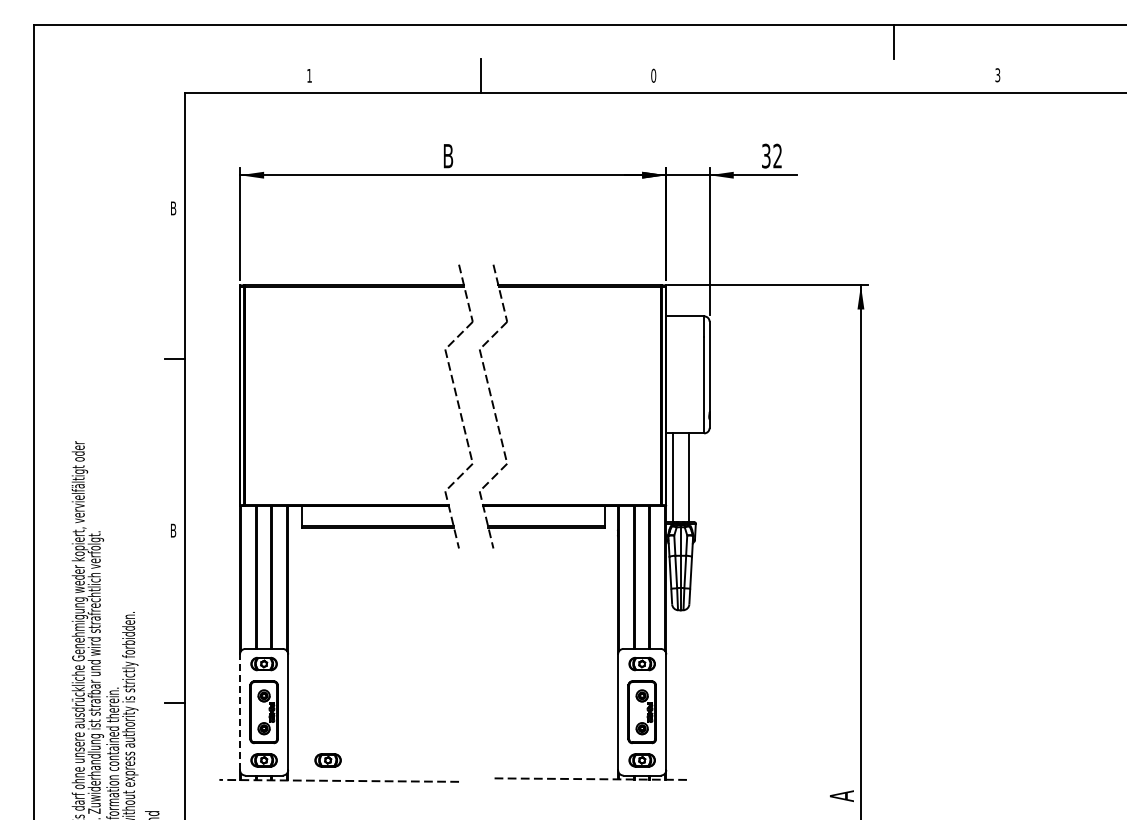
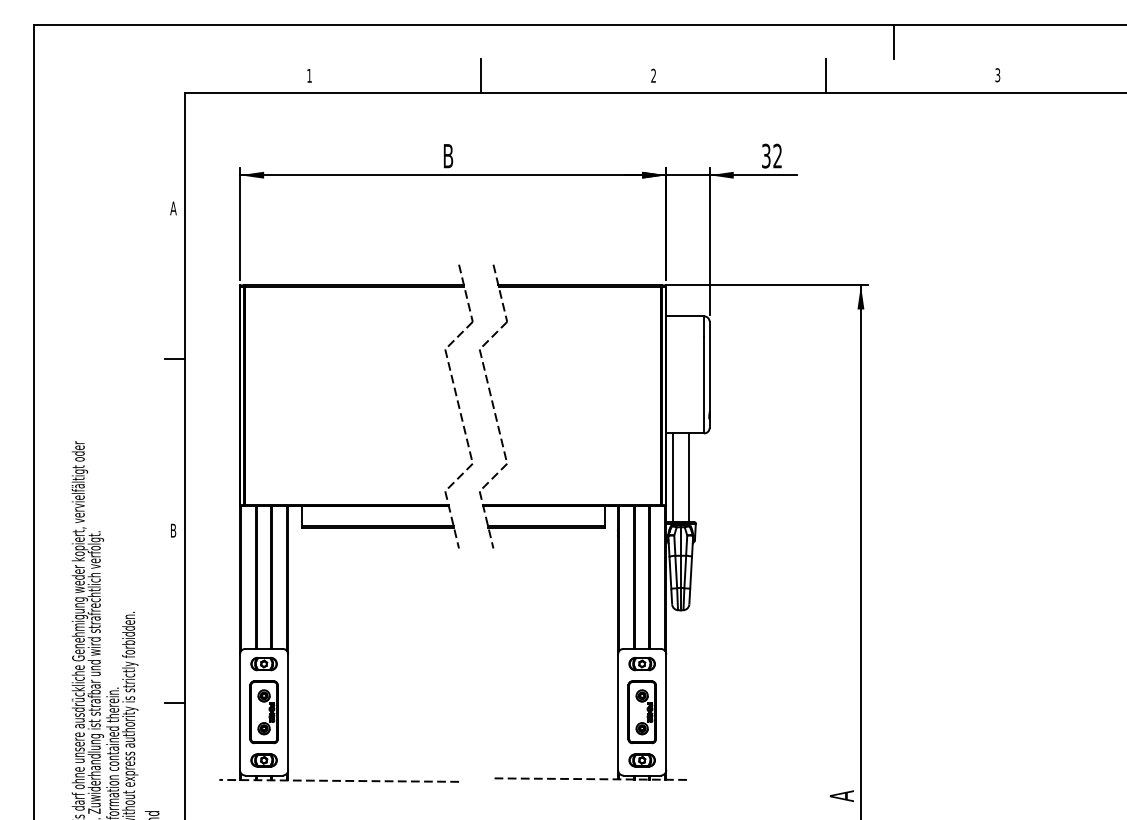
text at (653, 75): 0 -> 2
line at (825, 76): none -> present
text at (173, 208): B -> A
line at (240, 712): dashed -> solid
part at (327, 760): present -> none
